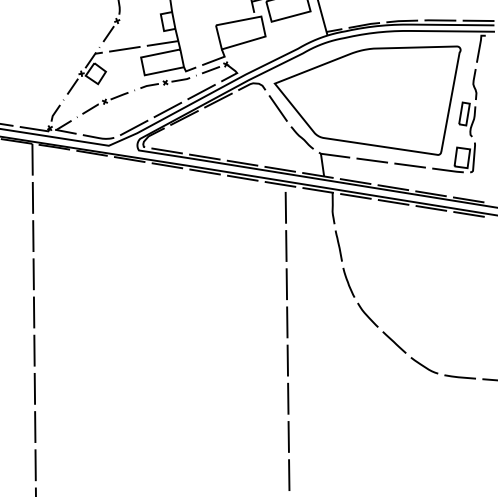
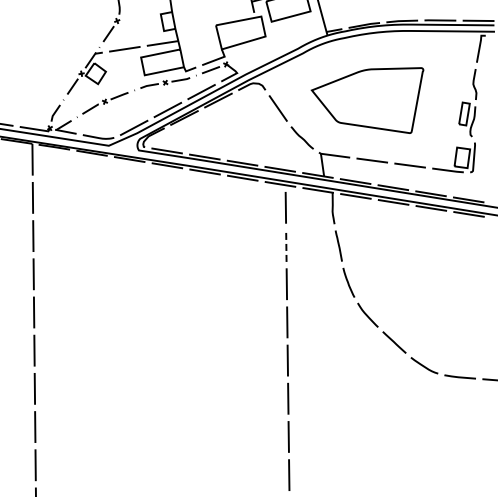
part at (367, 100) size: 189x111 px -> 115x67 px
line at (286, 246): solid -> dashed
